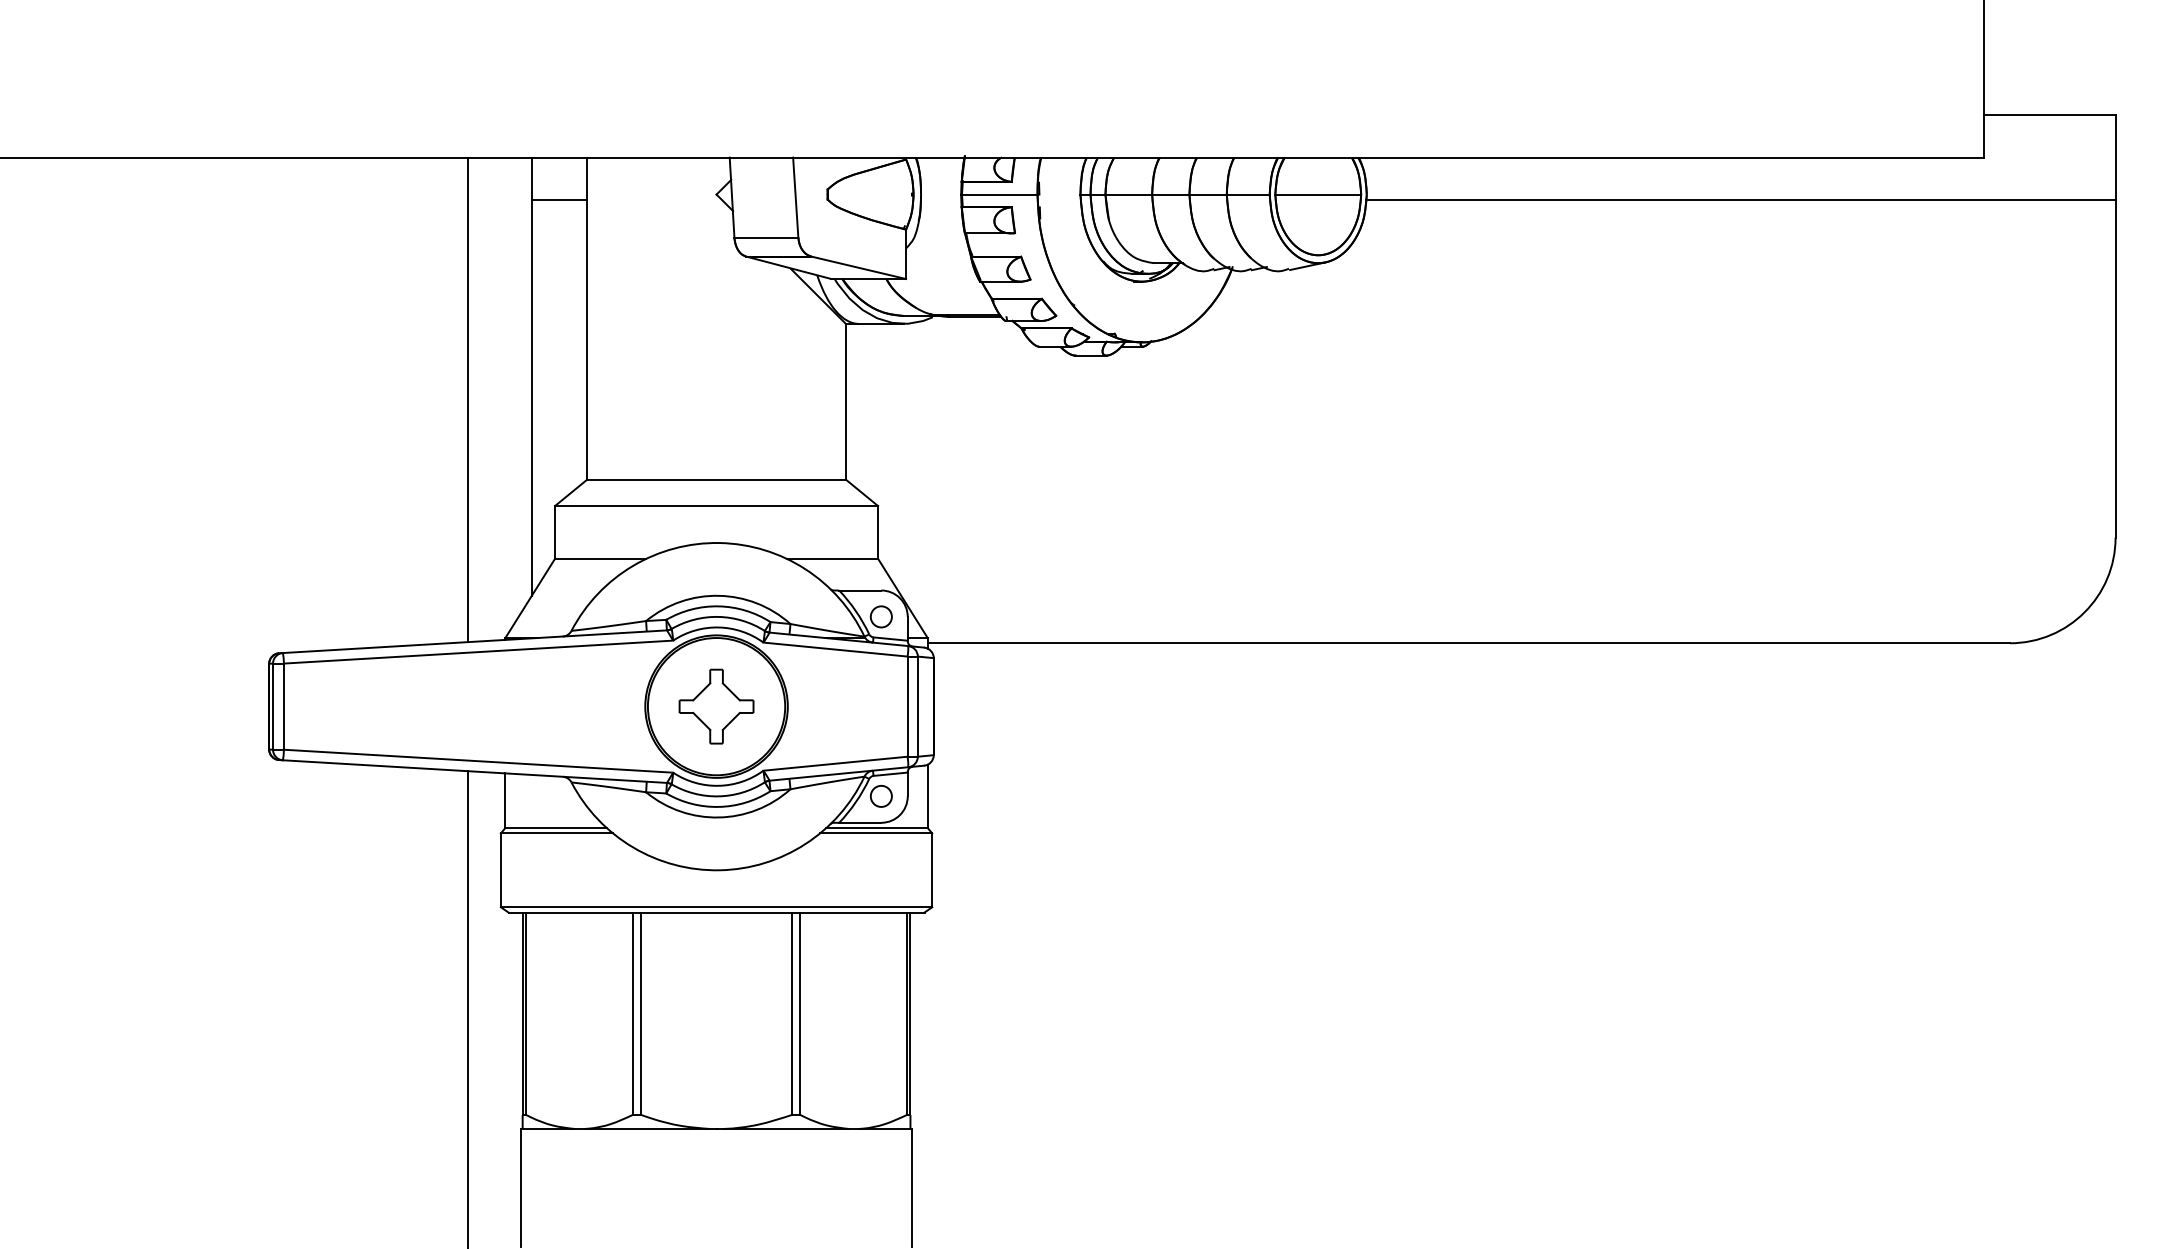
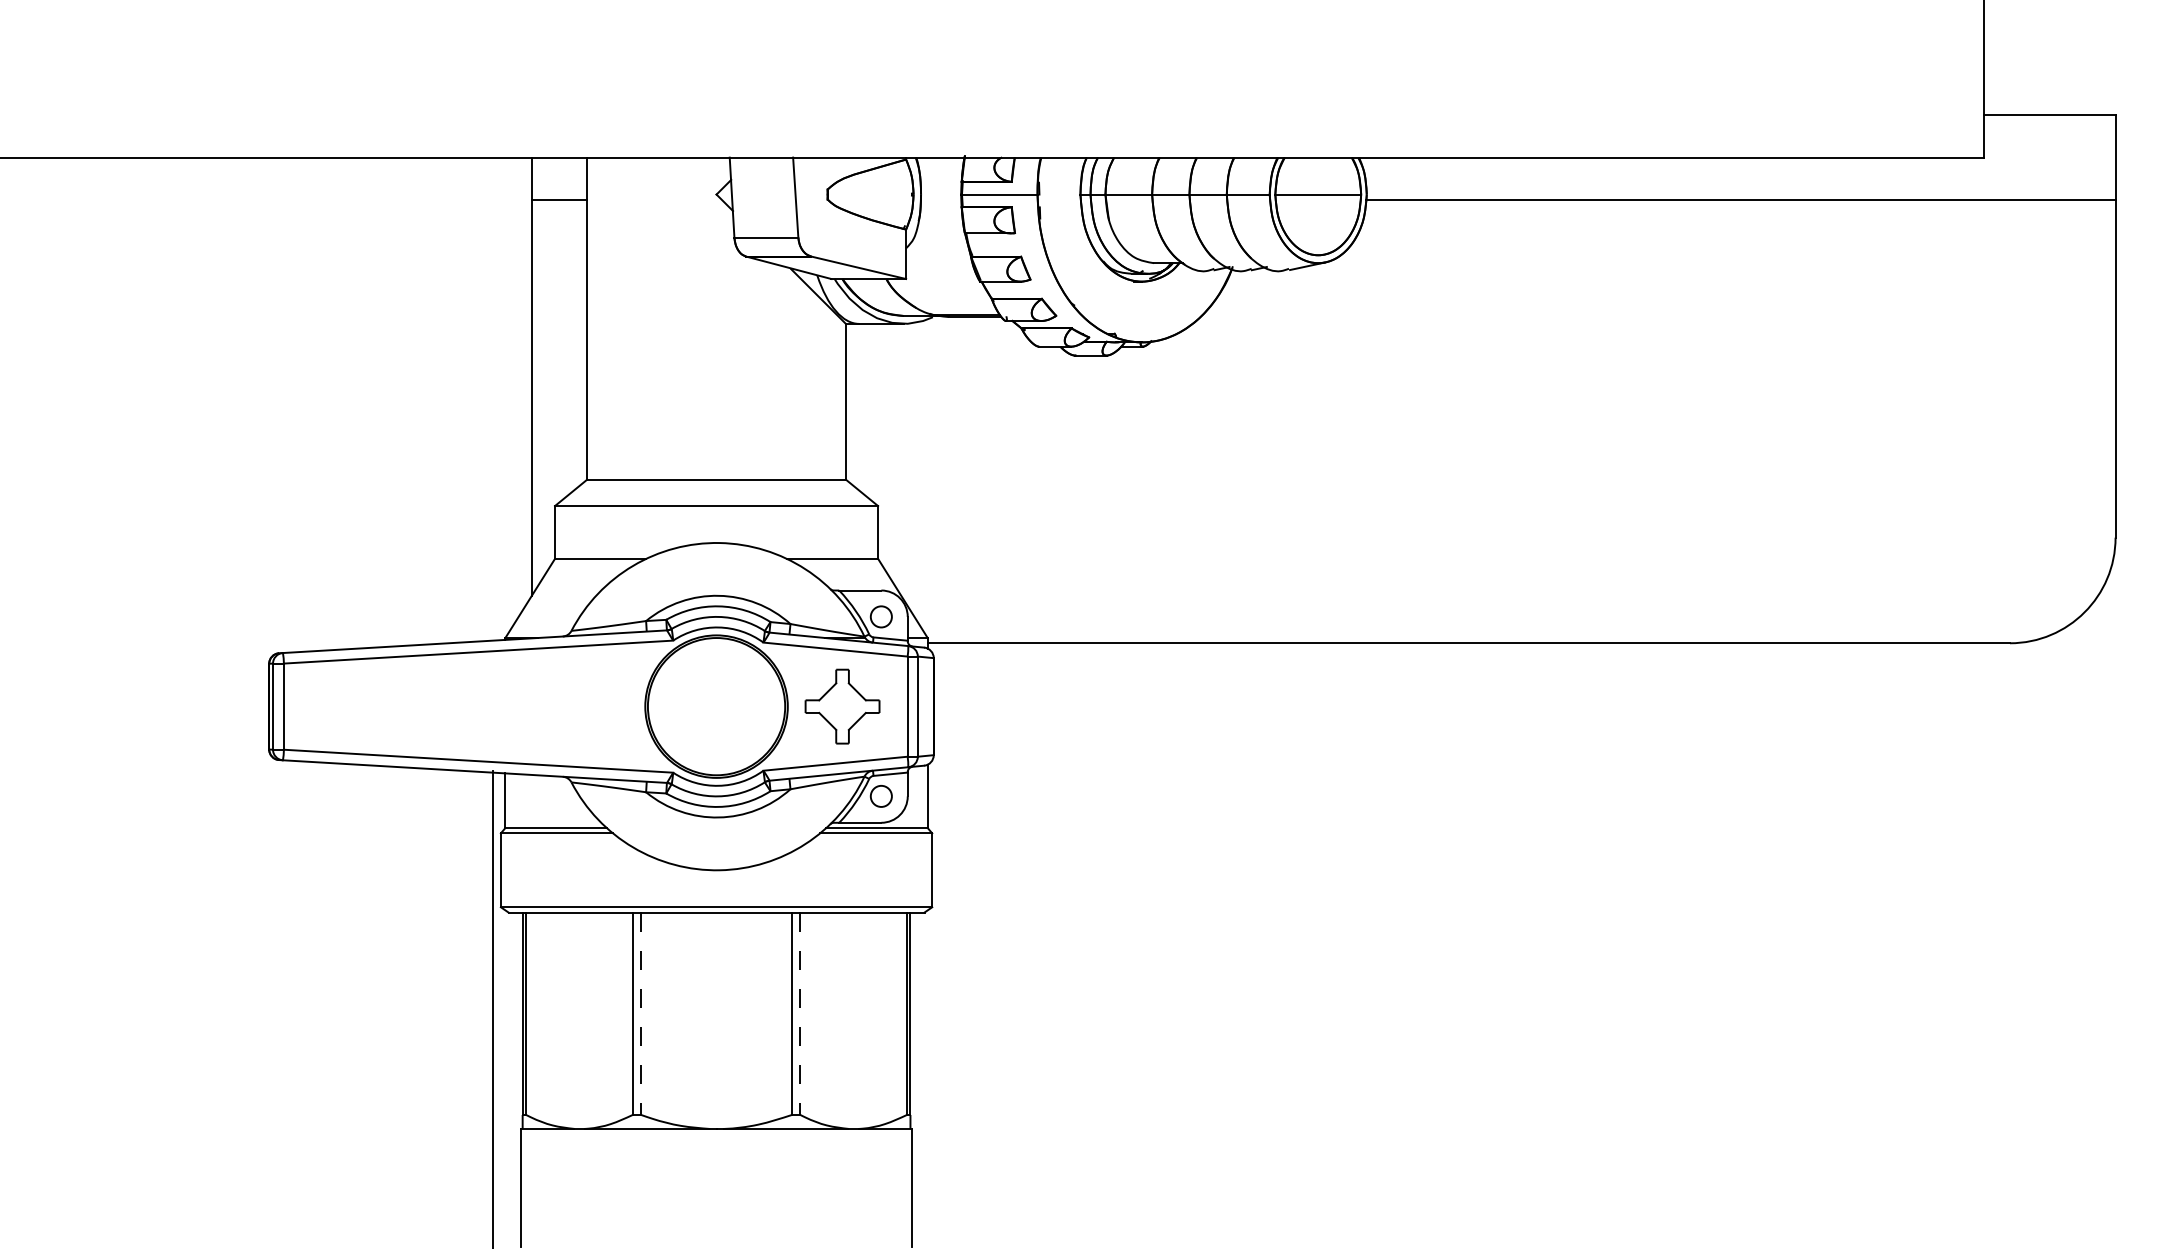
line at (468, 399): present -> none
part at (716, 706) position: (716, 706) -> (842, 706)
line at (468, 1008) position: (468, 1008) -> (493, 1008)
line at (641, 1014): solid -> dashed
line at (800, 1014): solid -> dashed
